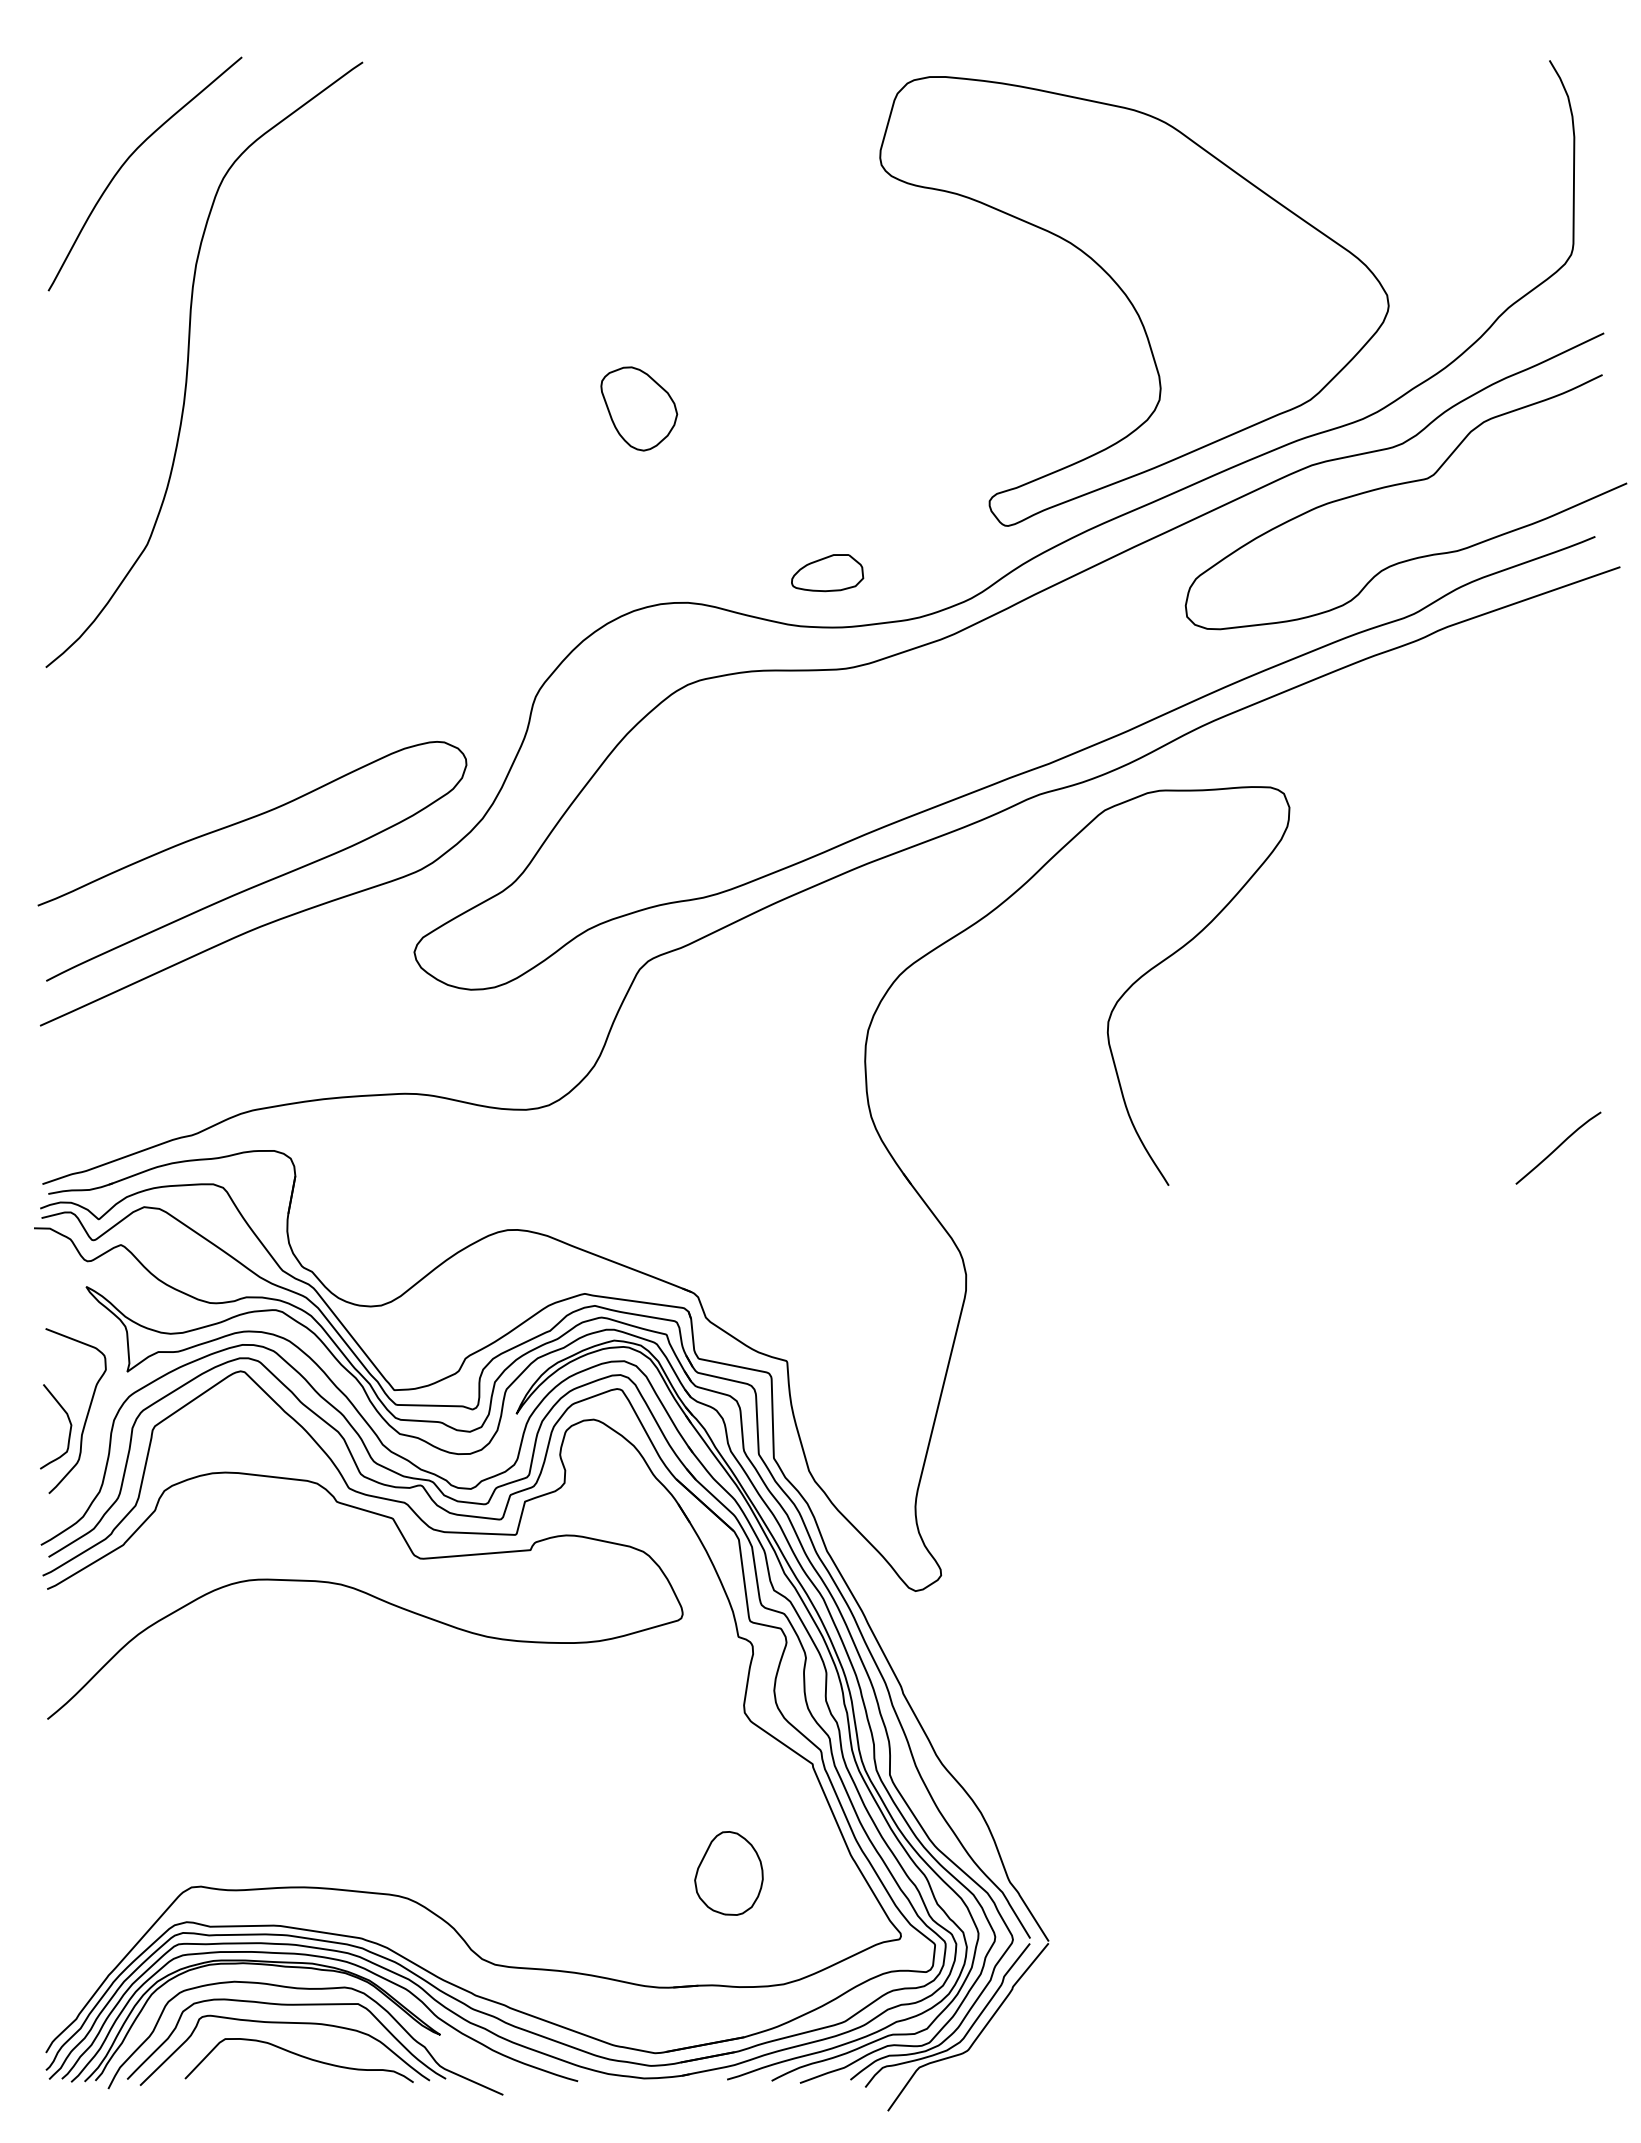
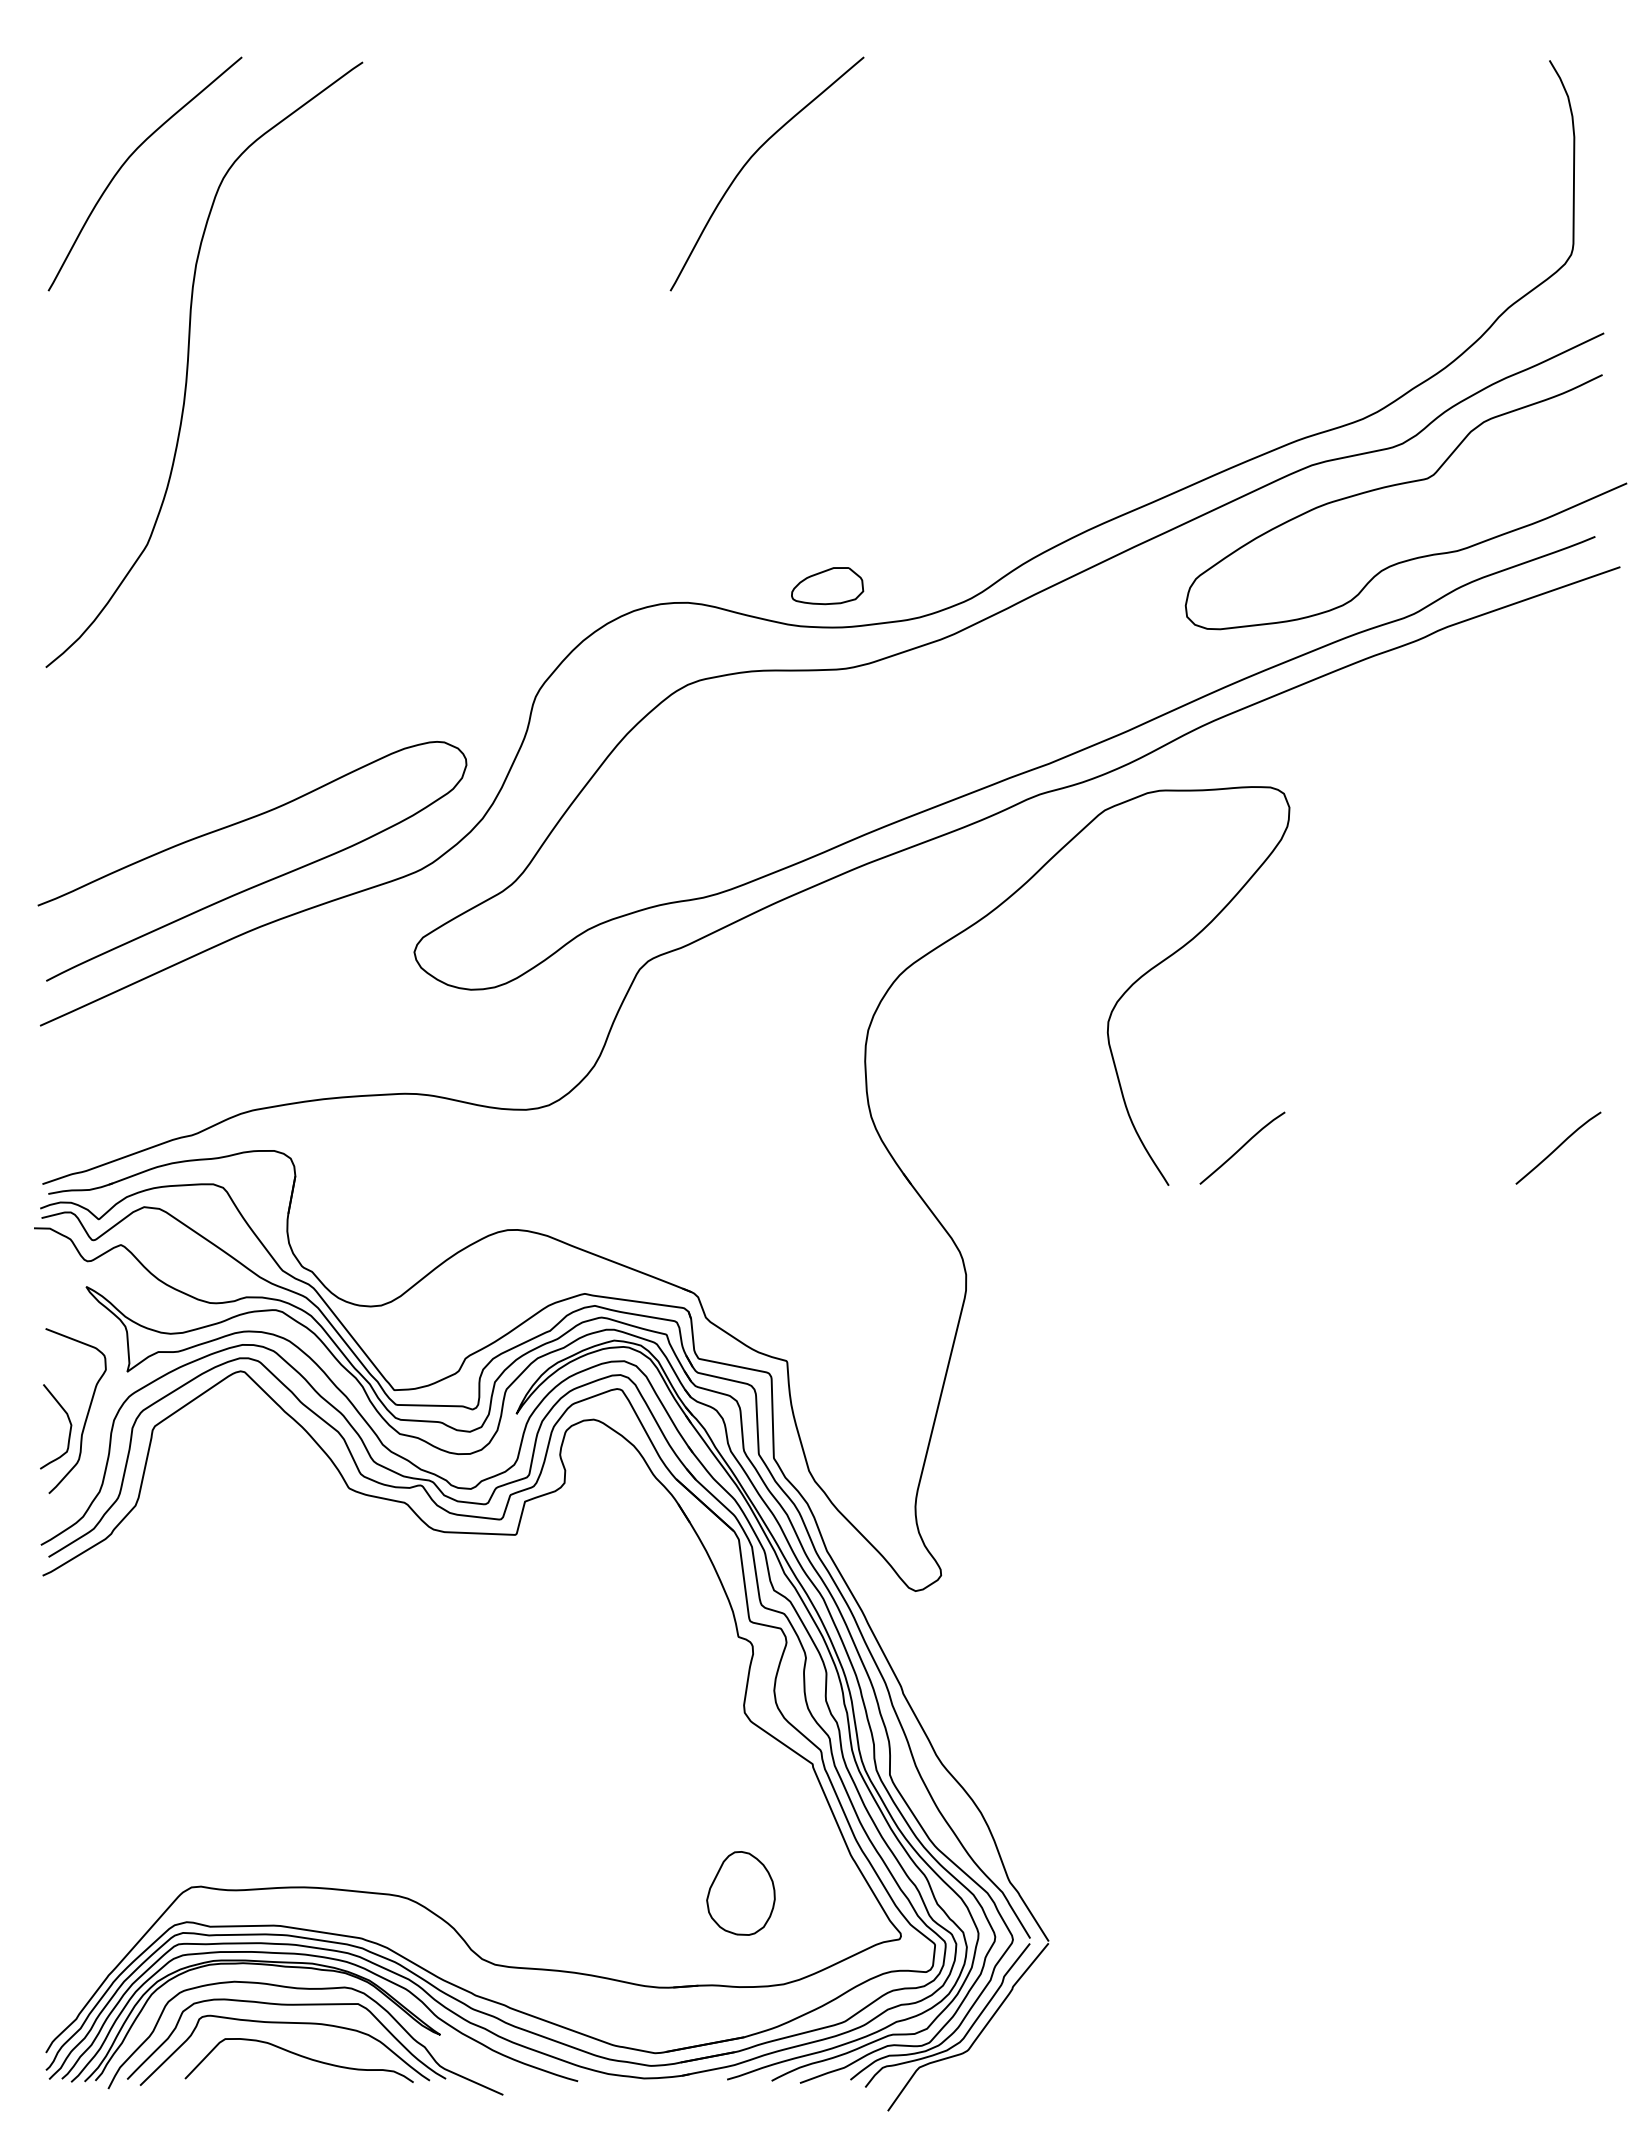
curve at (748, 162): none -> present
part at (1134, 301): present -> none
part at (639, 408): present -> none
part at (827, 573) position: (827, 573) -> (827, 586)
curve at (1242, 1147): none -> present
curve at (366, 1594): present -> none
part at (728, 1873) position: (728, 1873) -> (740, 1893)
